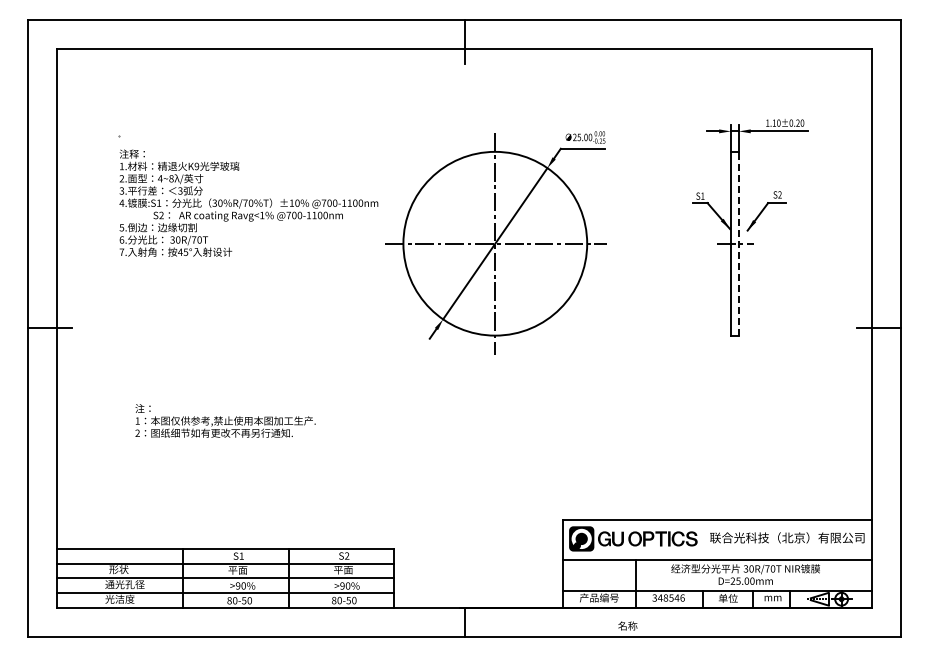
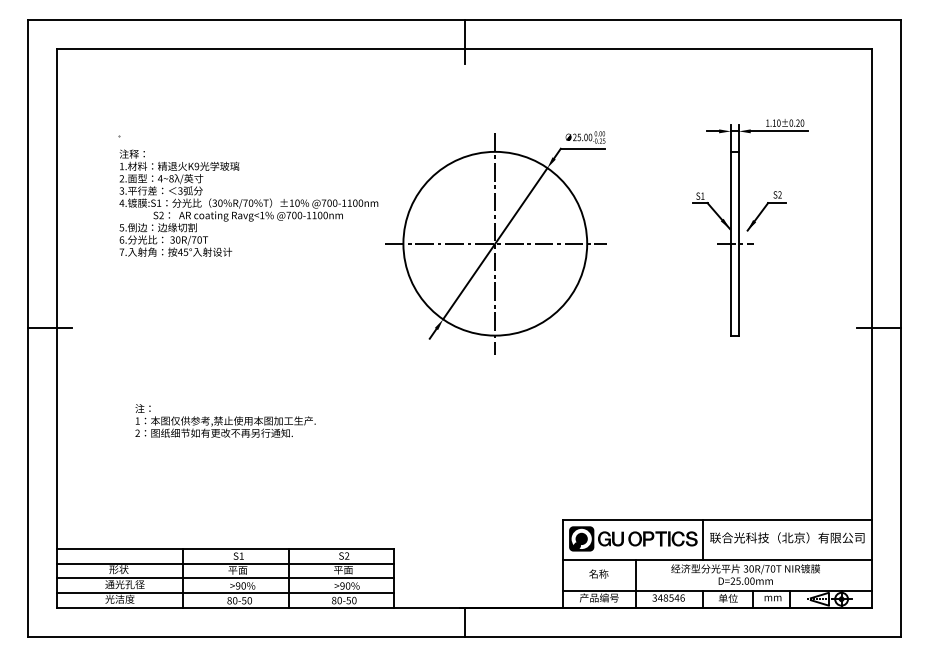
line at (738, 243): dashed -> solid
line at (703, 539): none -> present
text at (627, 625) position: (627, 625) -> (598, 573)
